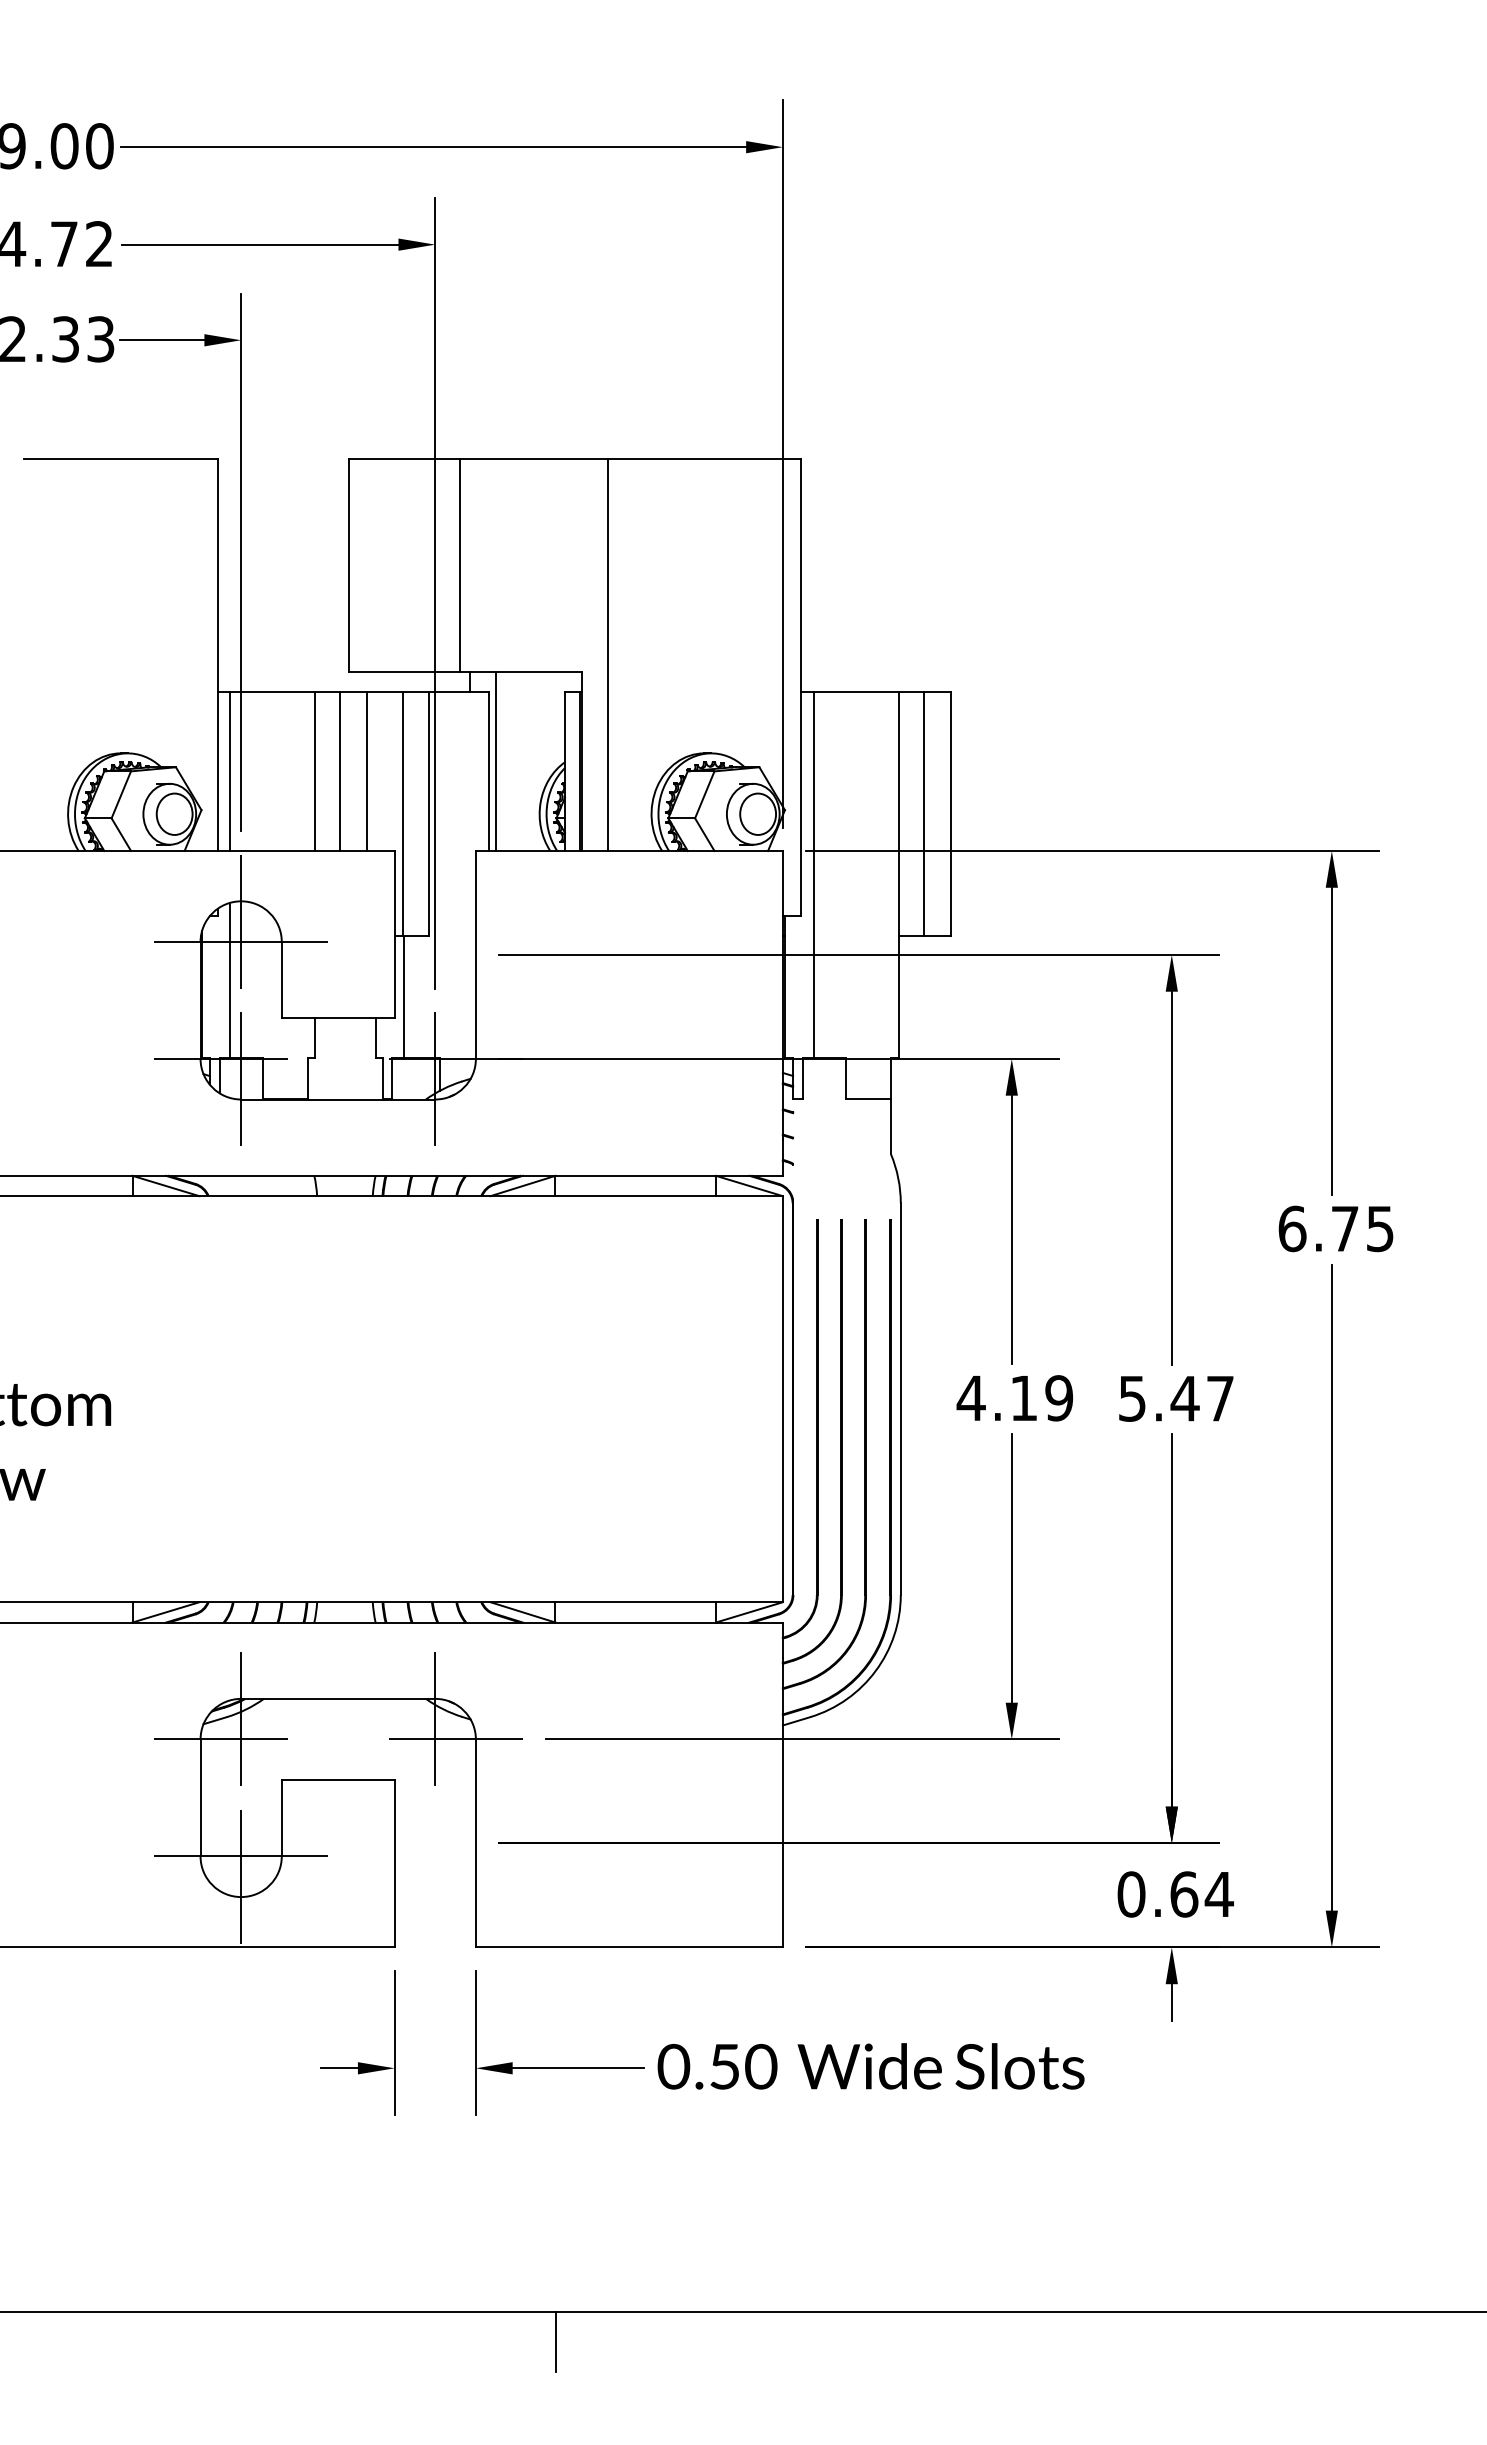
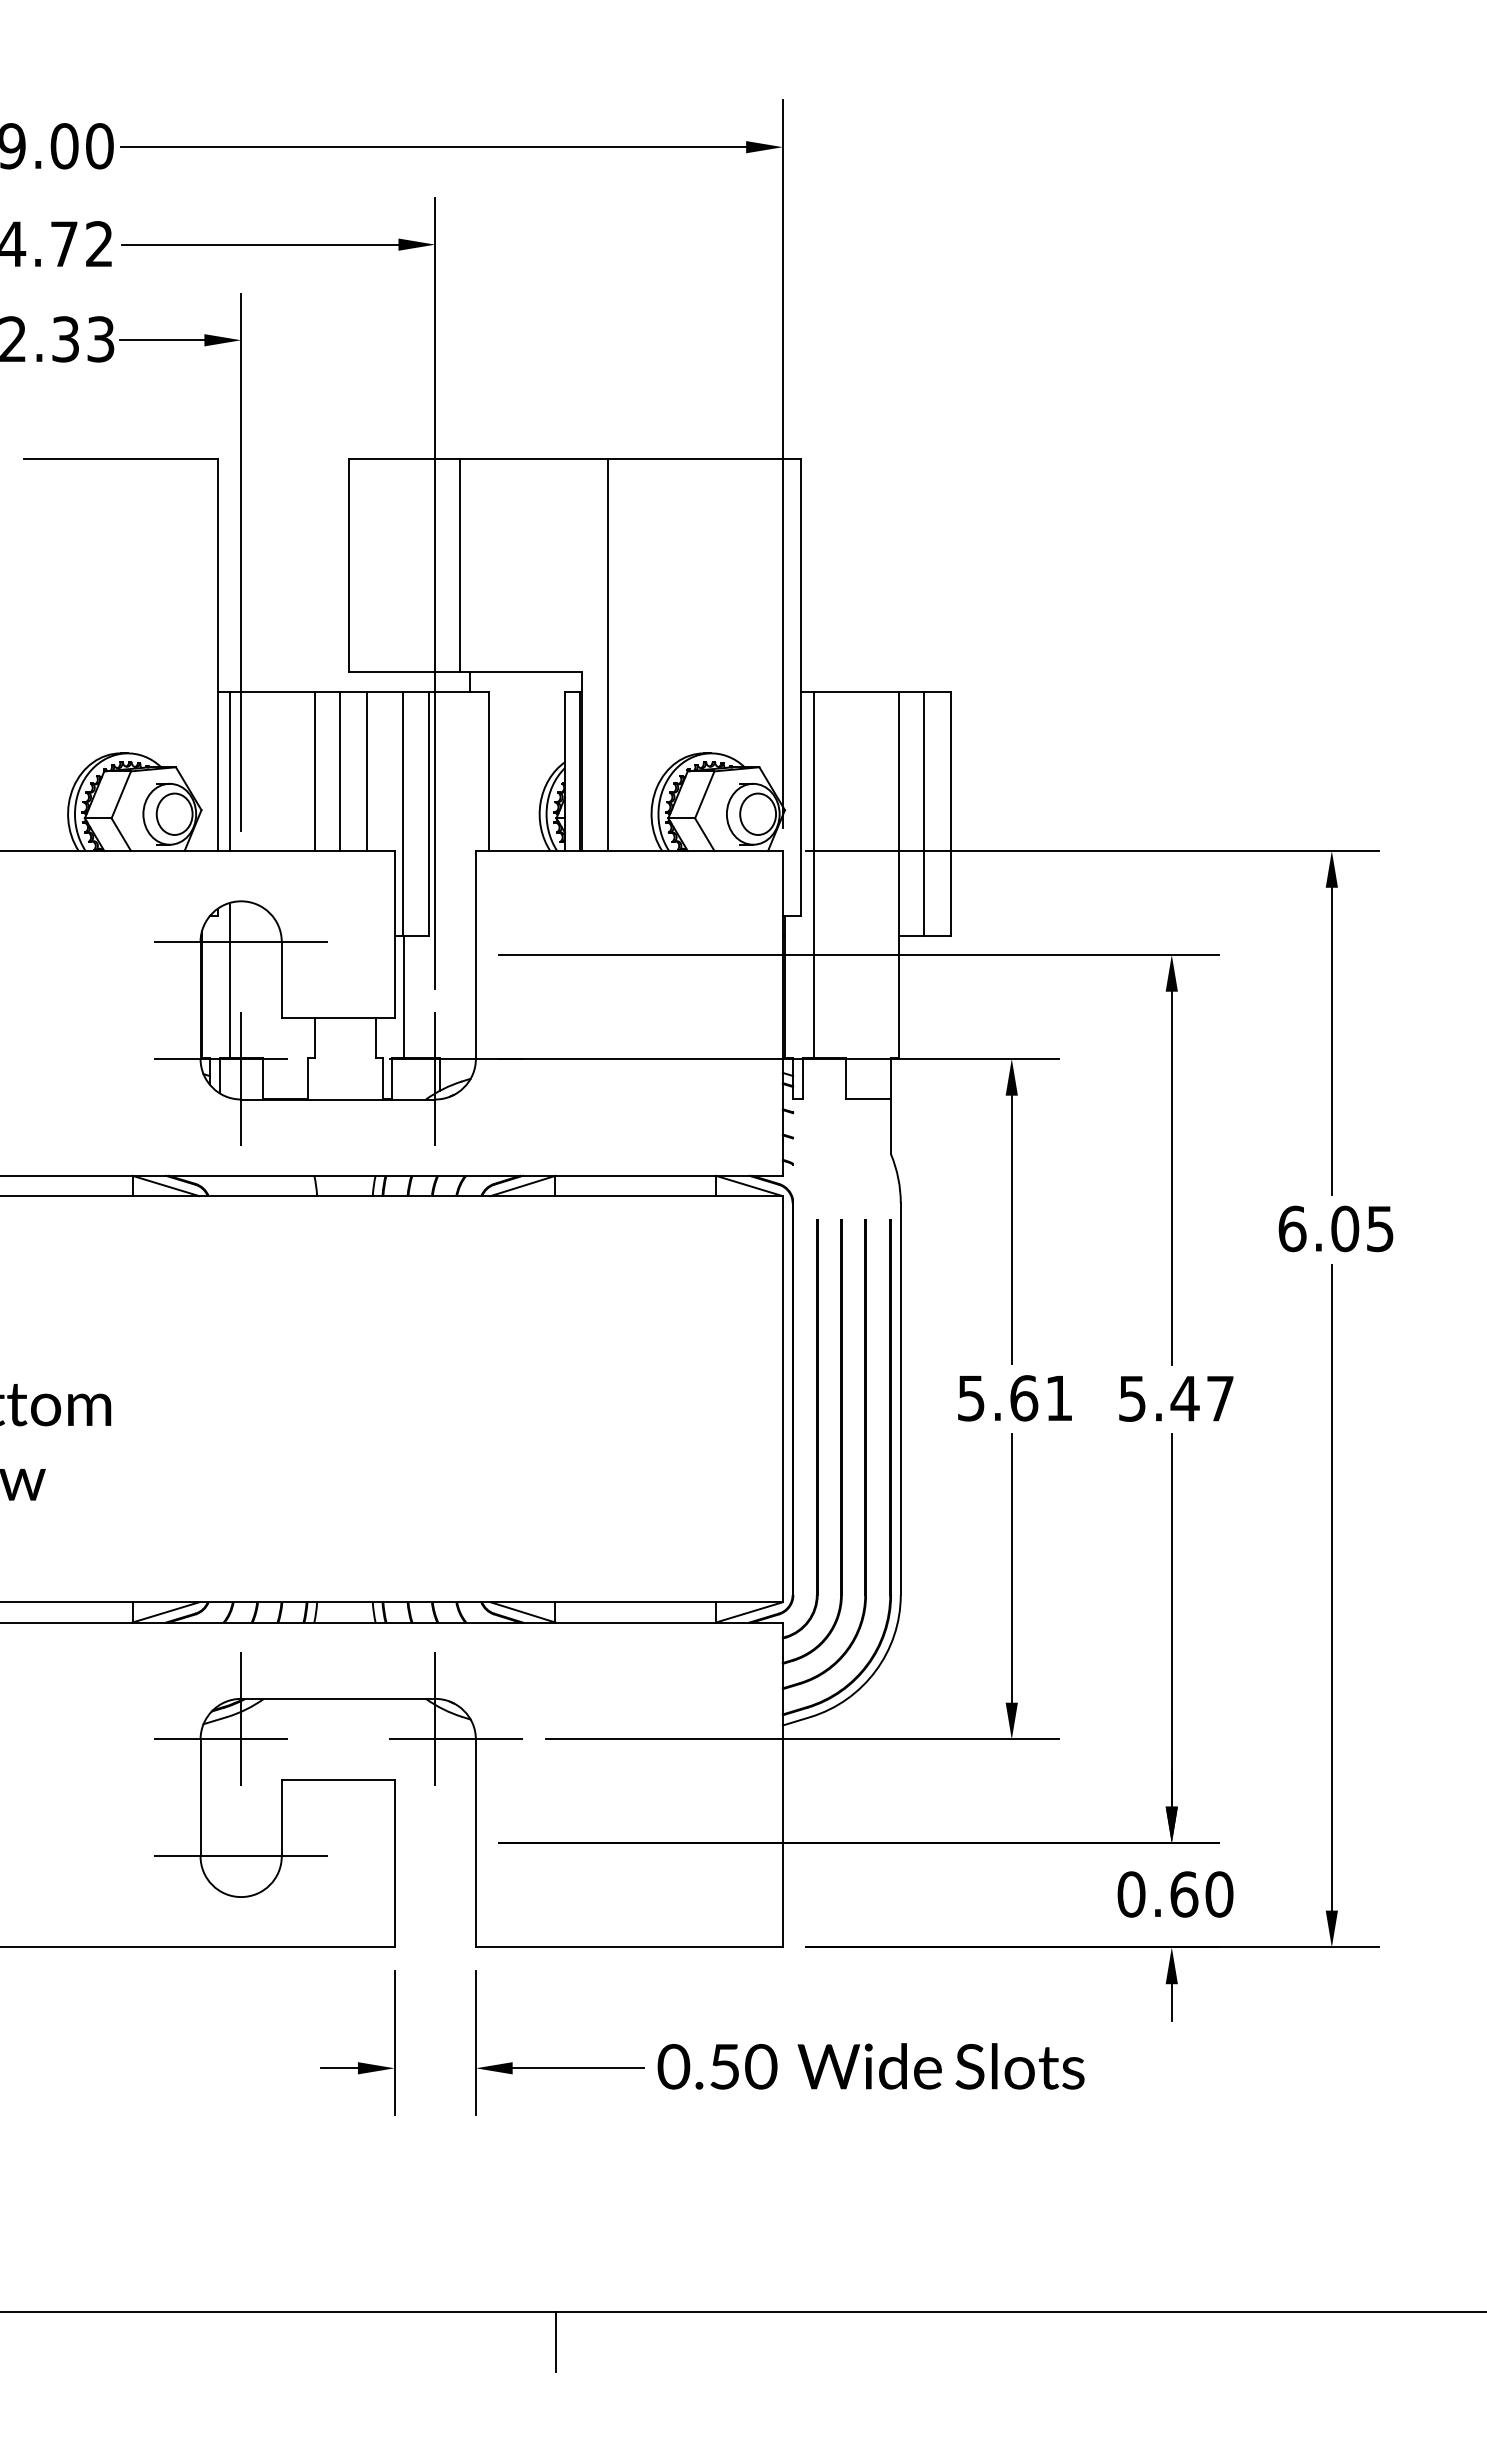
line at (495, 761): present -> none
line at (241, 921): present -> none
text at (1345, 1228): 6.75 -> 6.05
text at (1014, 1398): 4.19 -> 5.61
line at (241, 1876): present -> none
text at (1218, 1894): 0.64 -> 0.60
